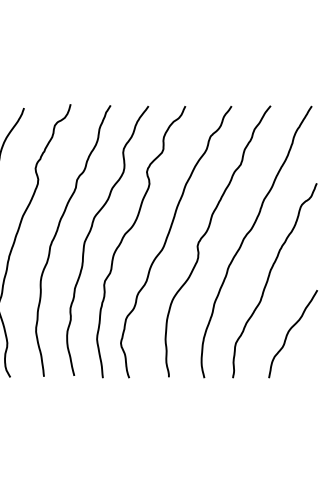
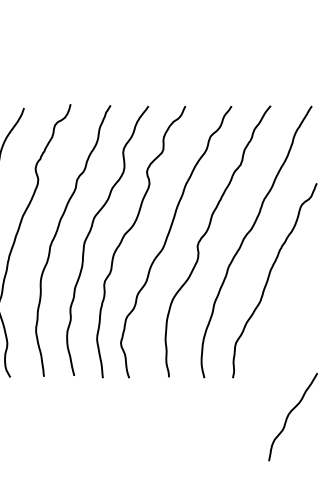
curve at (289, 332) position: (289, 332) -> (289, 415)
